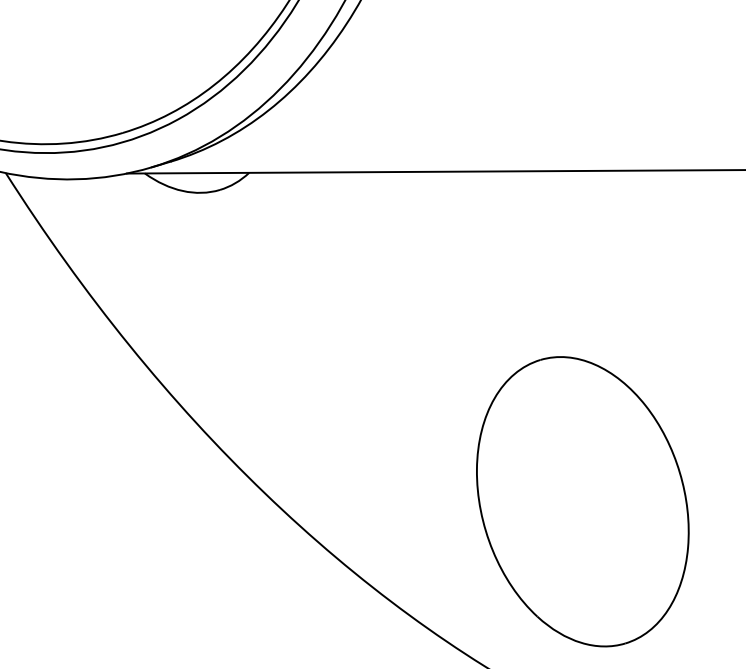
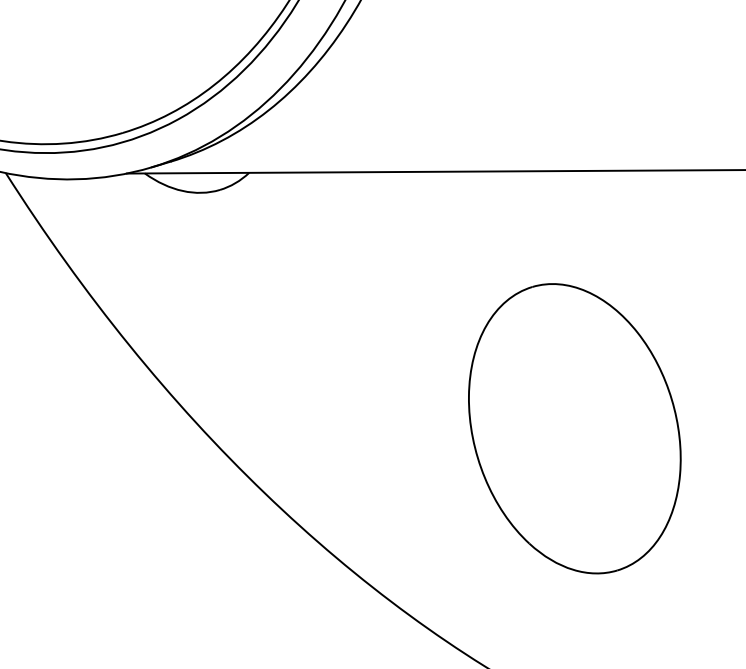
part at (582, 501) position: (582, 501) -> (574, 428)
